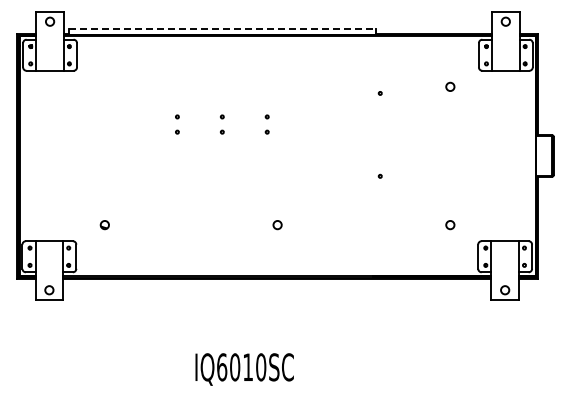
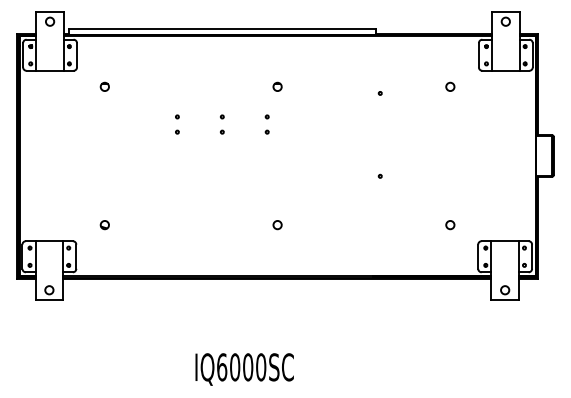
line at (222, 28): dashed -> solid
part at (104, 86): none -> present
part at (277, 86): none -> present
text at (248, 367): IQ6010SC -> IQ6000SC
